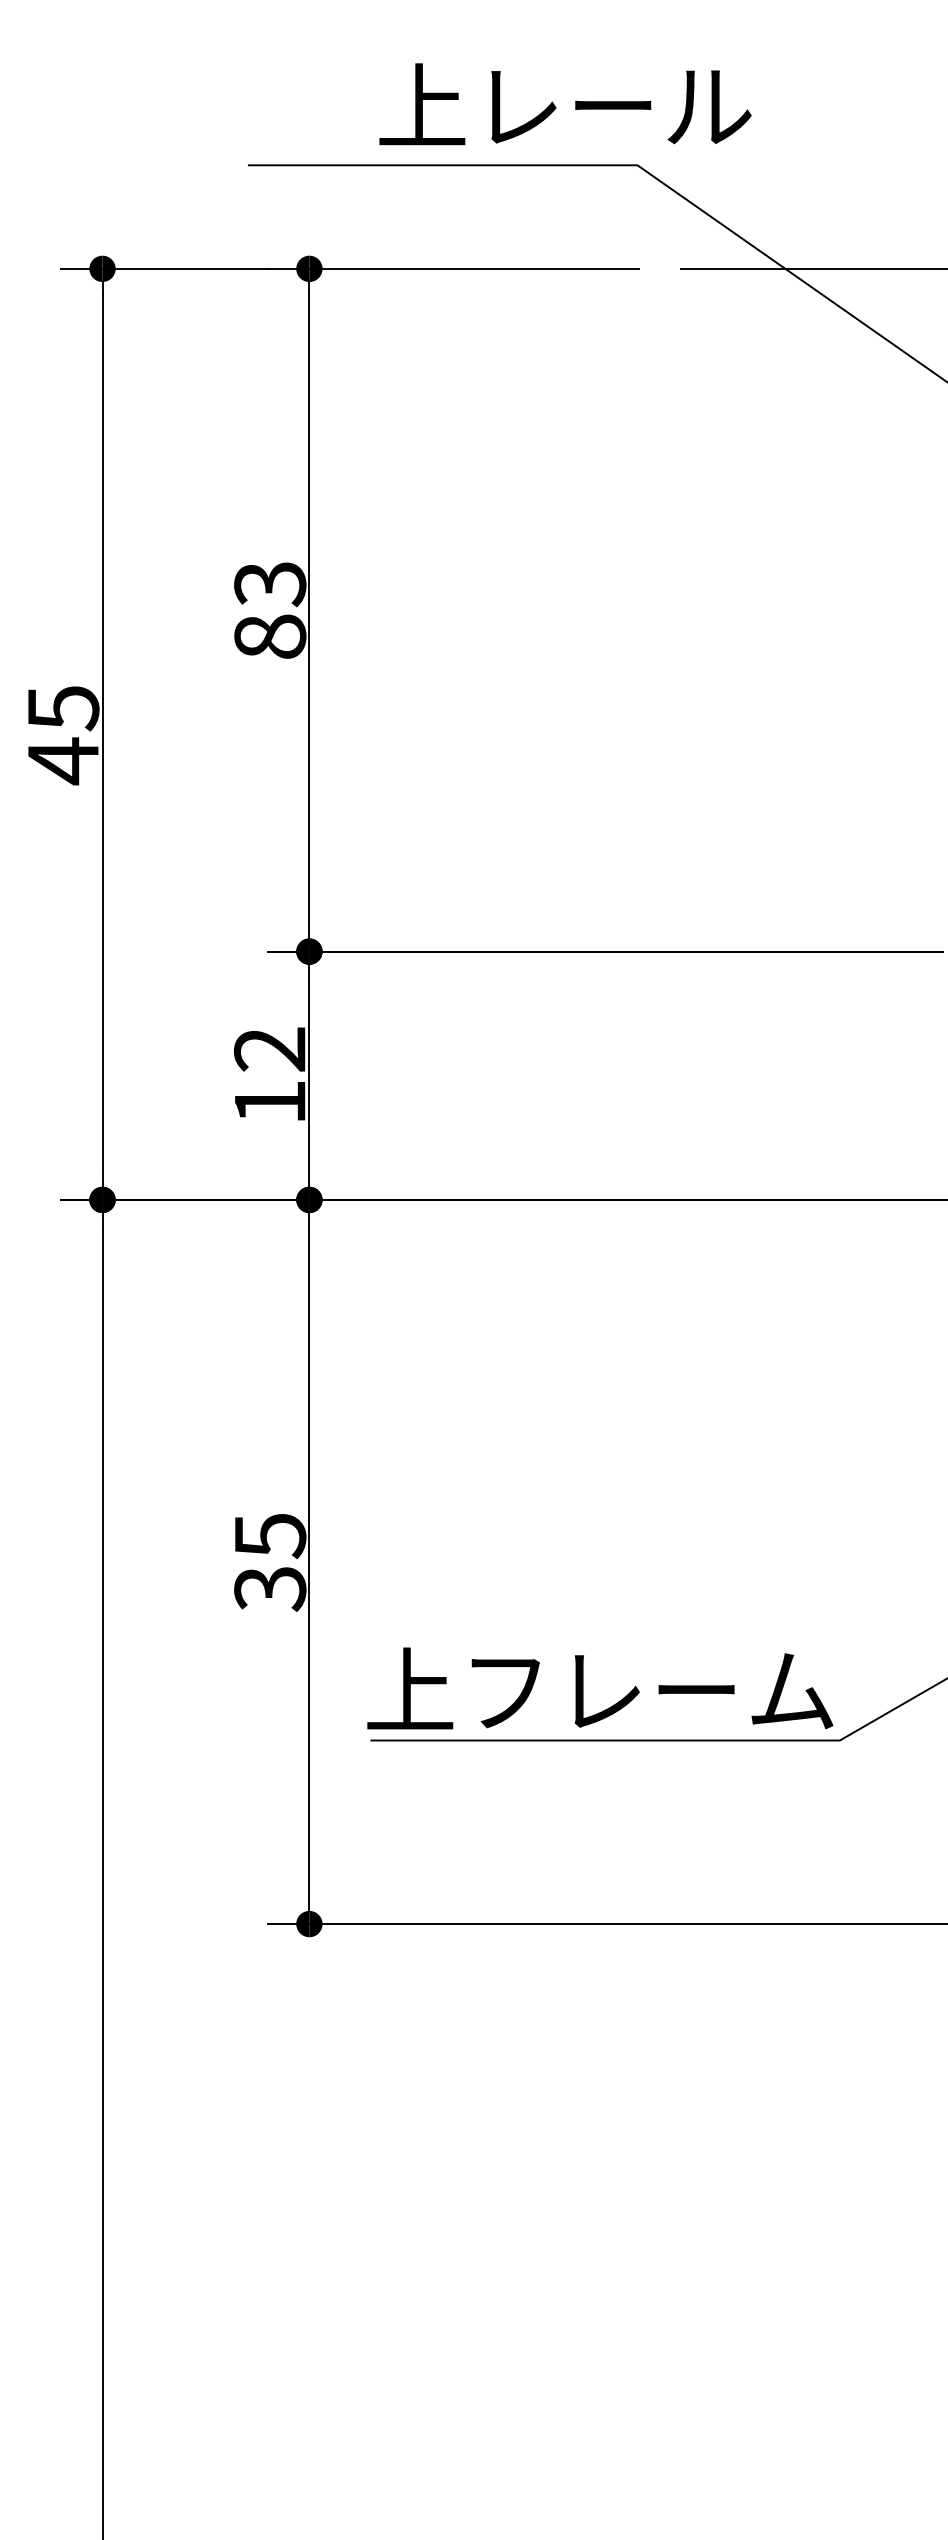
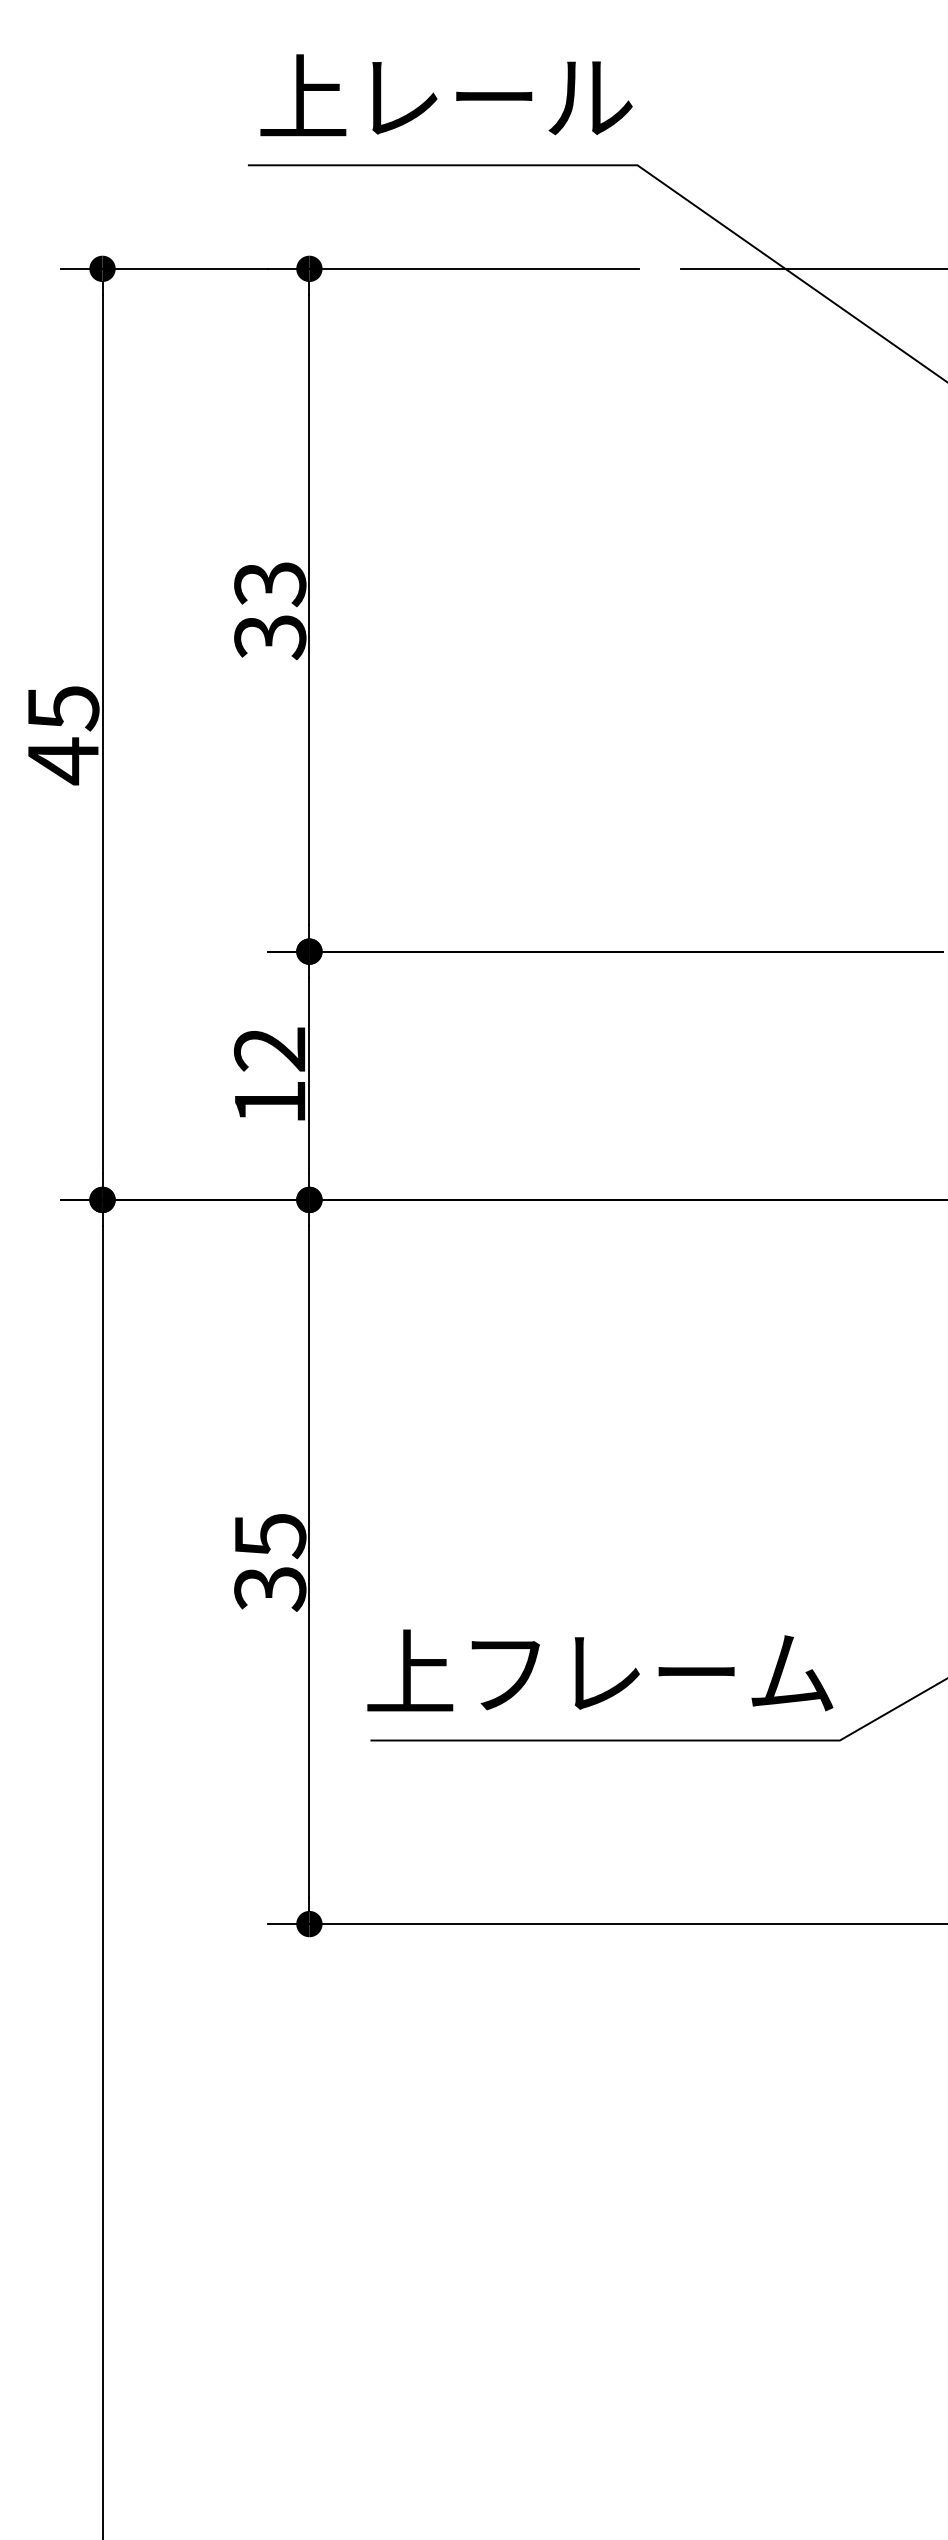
text at (565, 104) position: (565, 104) -> (446, 95)
text at (270, 637): 83 -> 33
text at (600, 1688) position: (600, 1688) -> (600, 1670)
